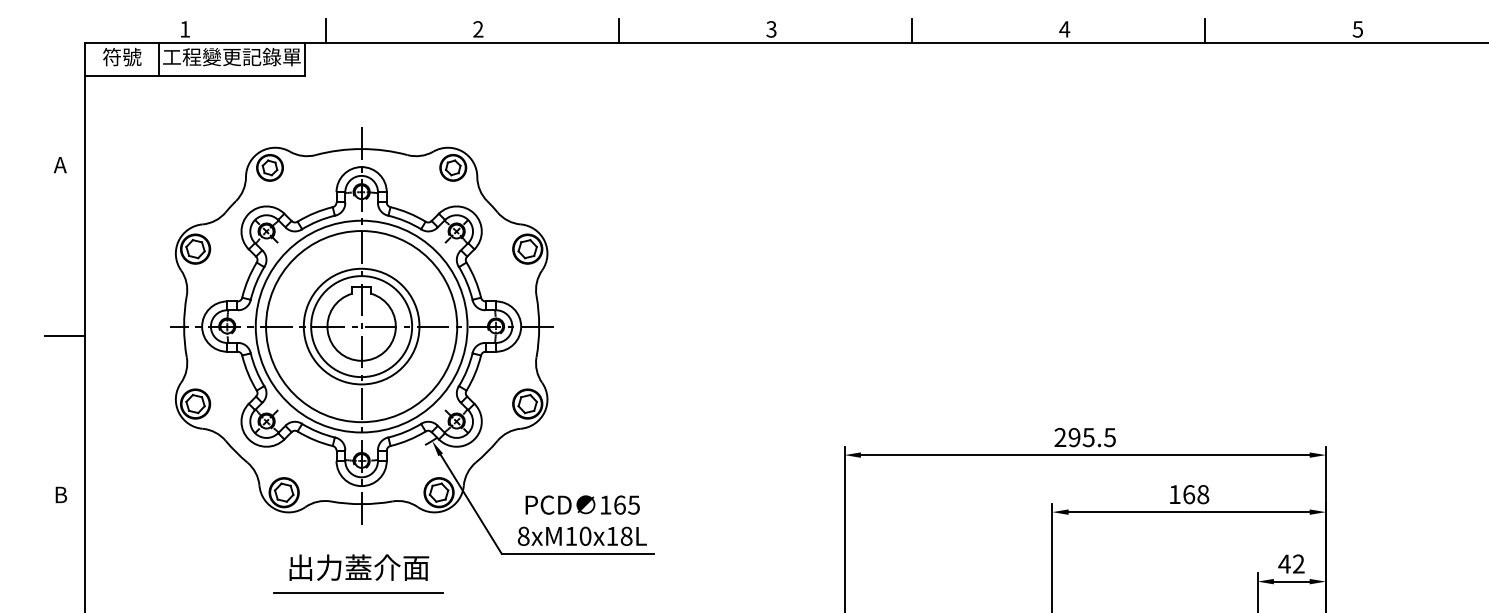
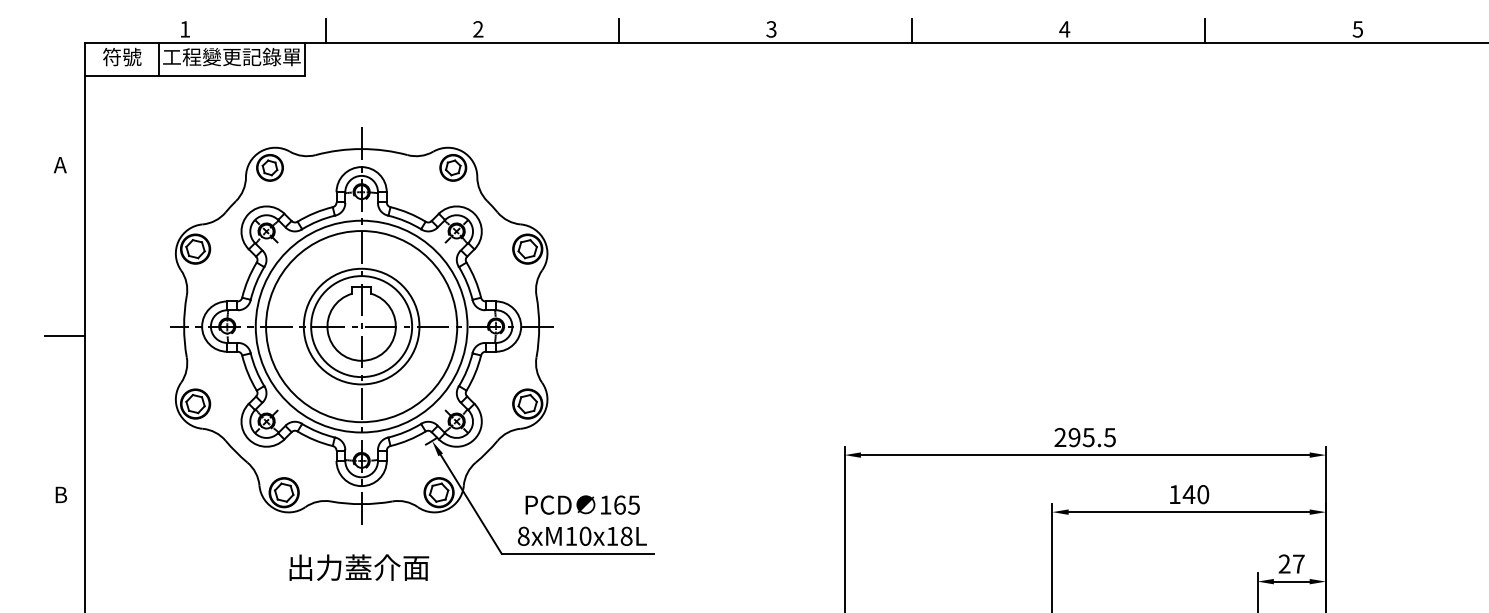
text at (1195, 494): 168 -> 140
text at (1291, 563): 42 -> 27
line at (358, 592): present -> none
